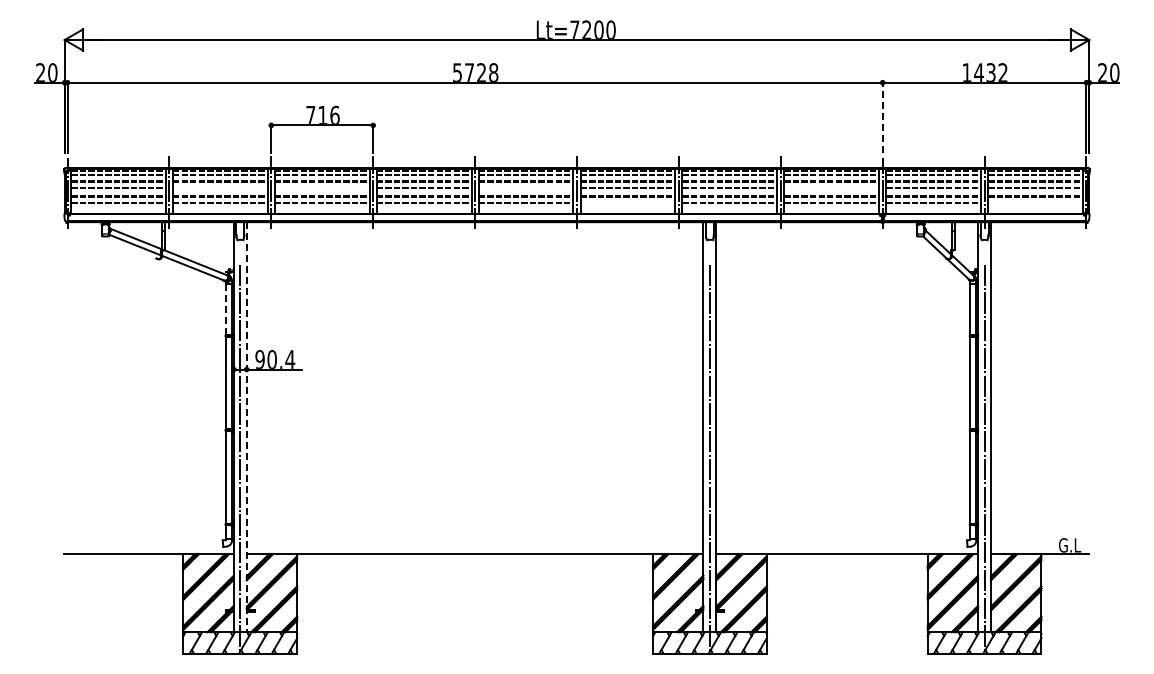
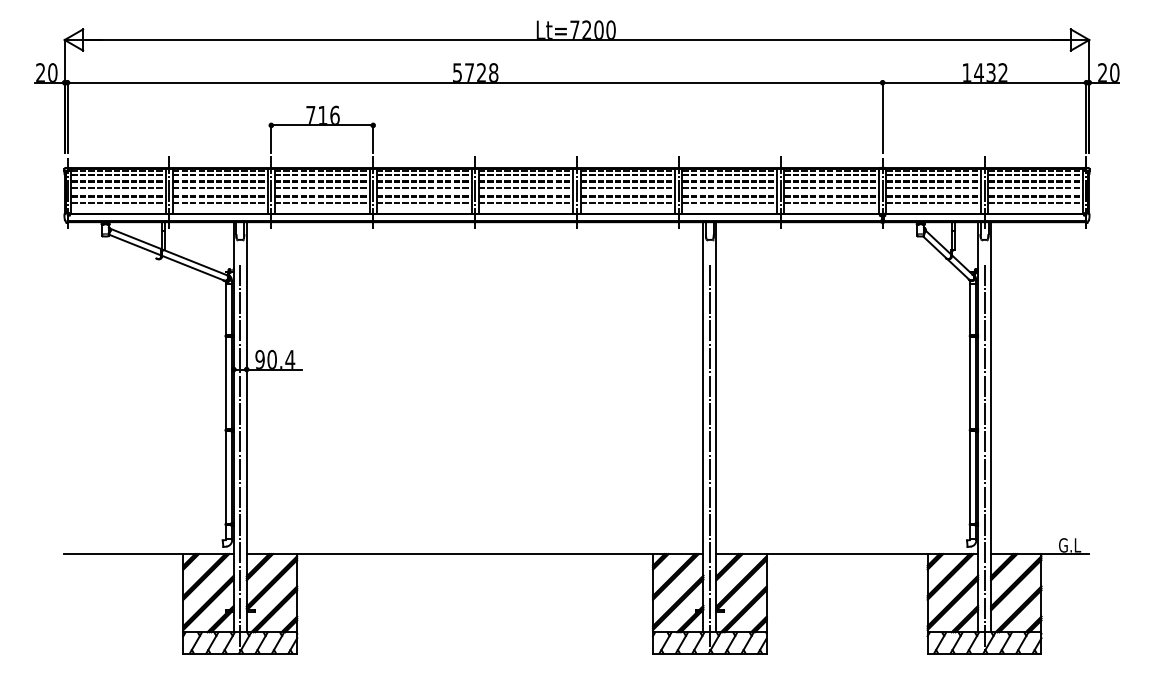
line at (882, 117): dashed -> solid
line at (219, 188): none -> present
line at (321, 188): none -> present
line at (525, 188): none -> present
line at (831, 188): none -> present
line at (627, 202): none -> present
line at (1035, 202): none -> present
line at (225, 309): dashed -> solid
line at (246, 427): dashed -> solid
